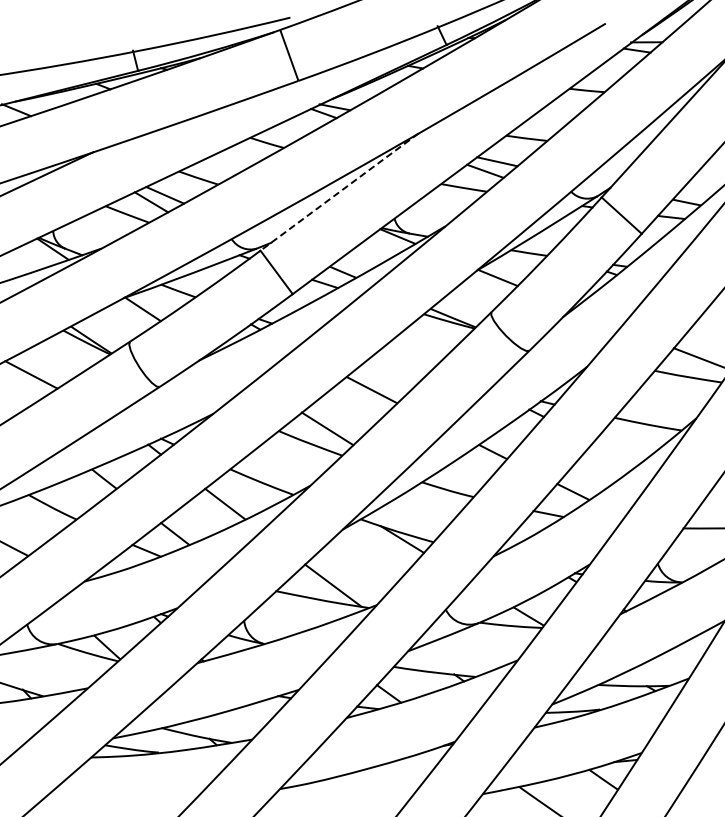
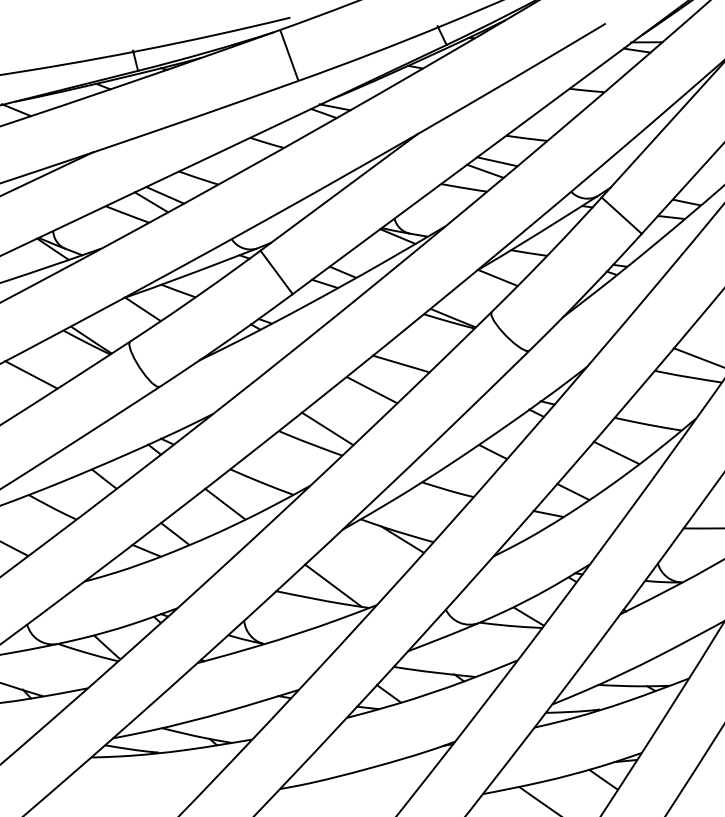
line at (339, 192): dashed -> solid
line at (400, 363): none -> present
line at (616, 452): none -> present
